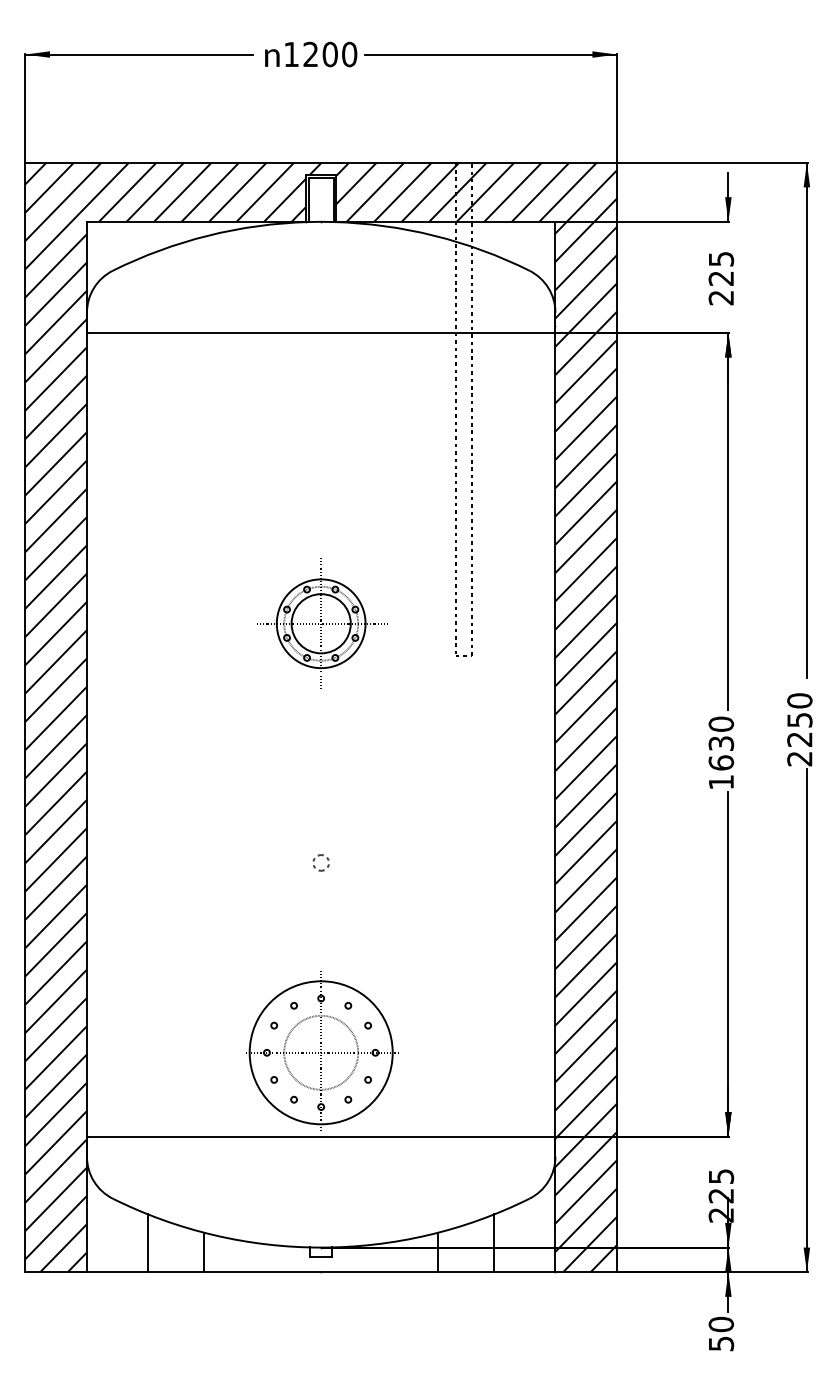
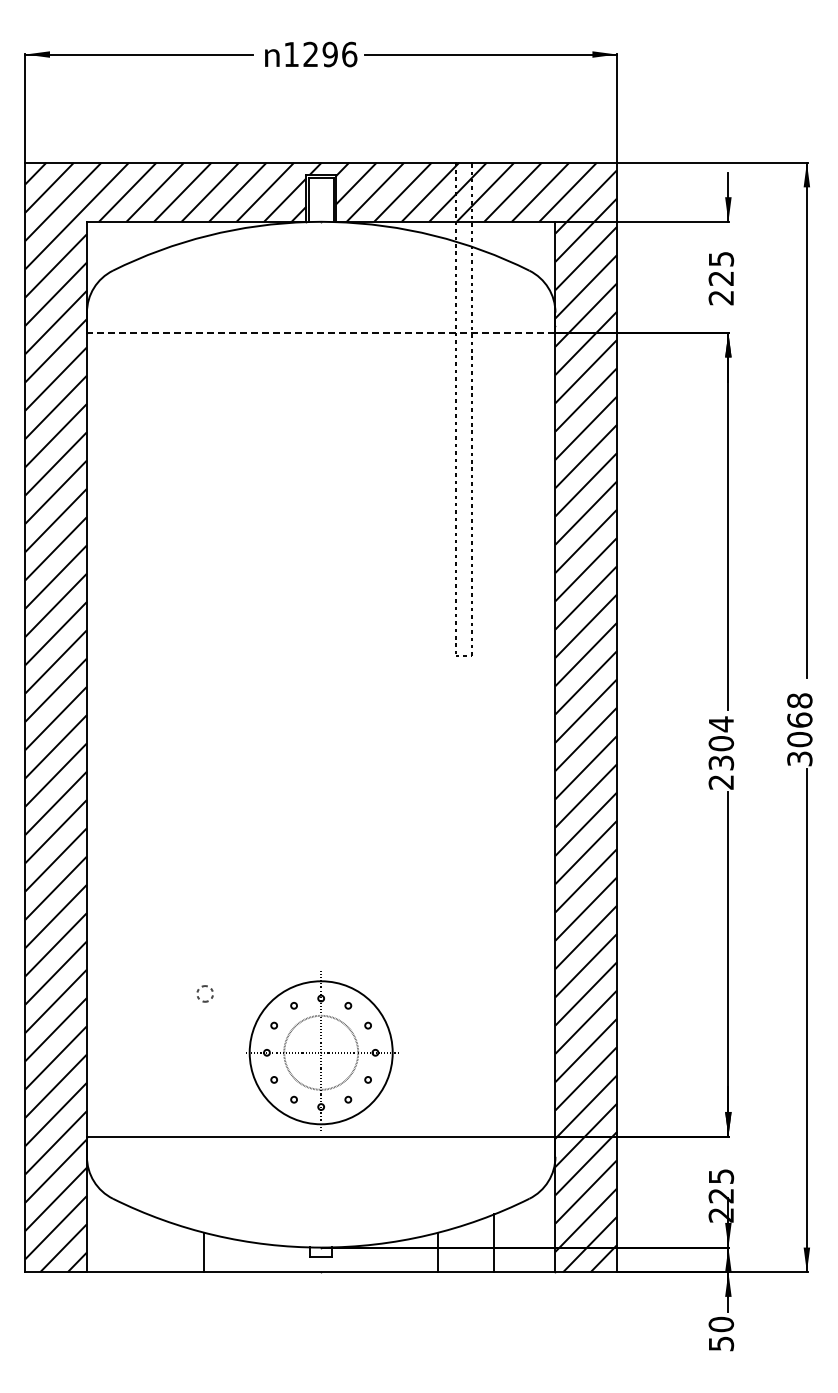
text at (339, 54): 1200 -> 1296
line at (320, 332): solid -> dashed
part at (322, 623): present -> none
text at (799, 729): 2250 -> 3068
text at (721, 752): 1630 -> 2304
part at (320, 862) position: (320, 862) -> (204, 993)
line at (148, 1243): present -> none
